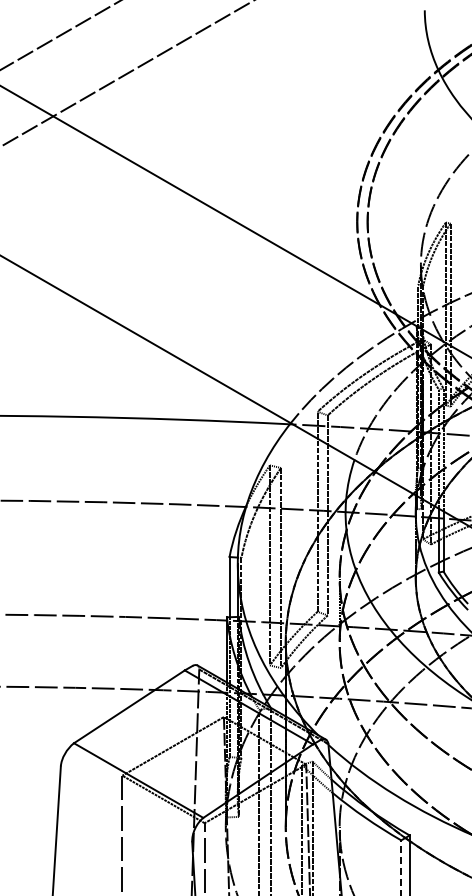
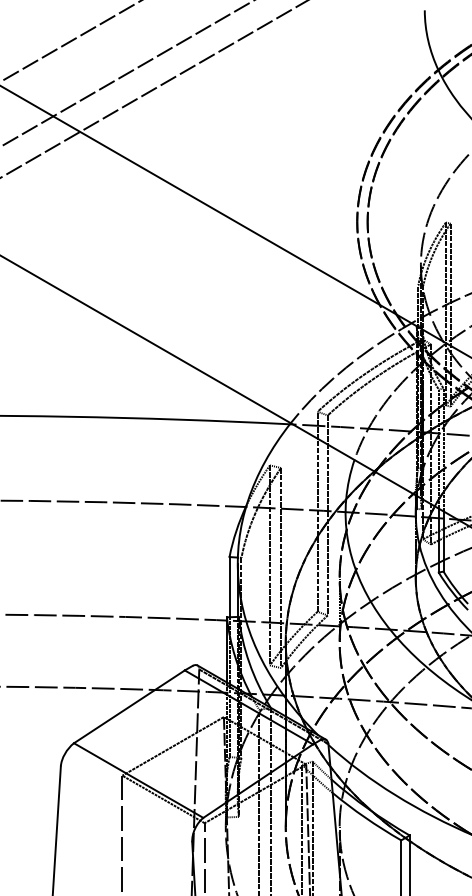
line at (59, 35) position: (59, 35) -> (70, 41)
line at (153, 89): none -> present
line at (401, 867): dashed -> solid
